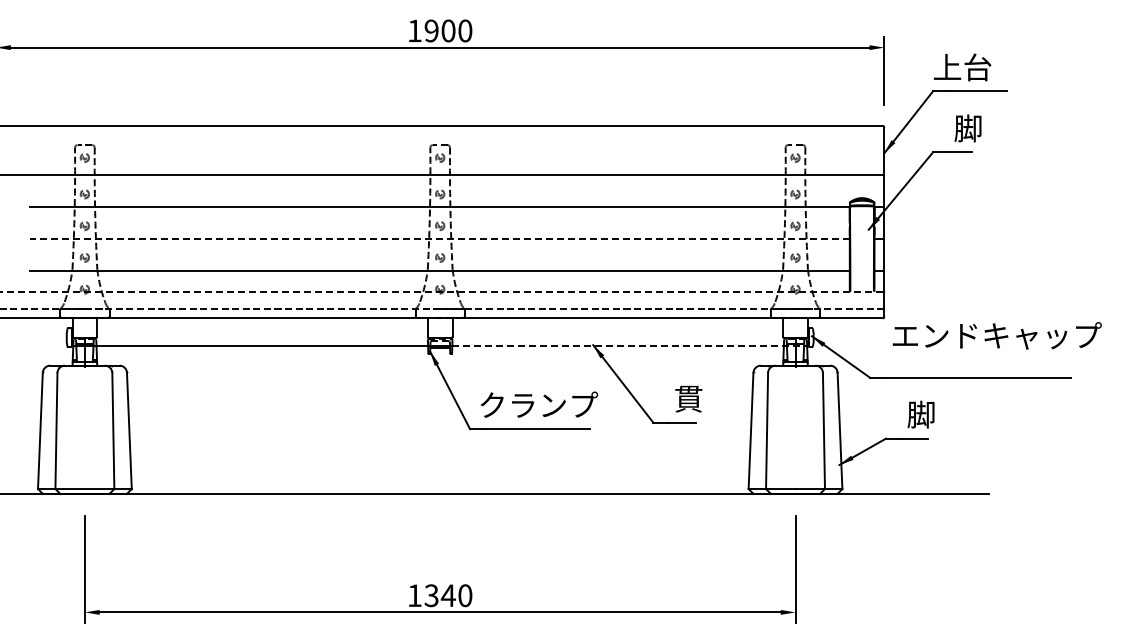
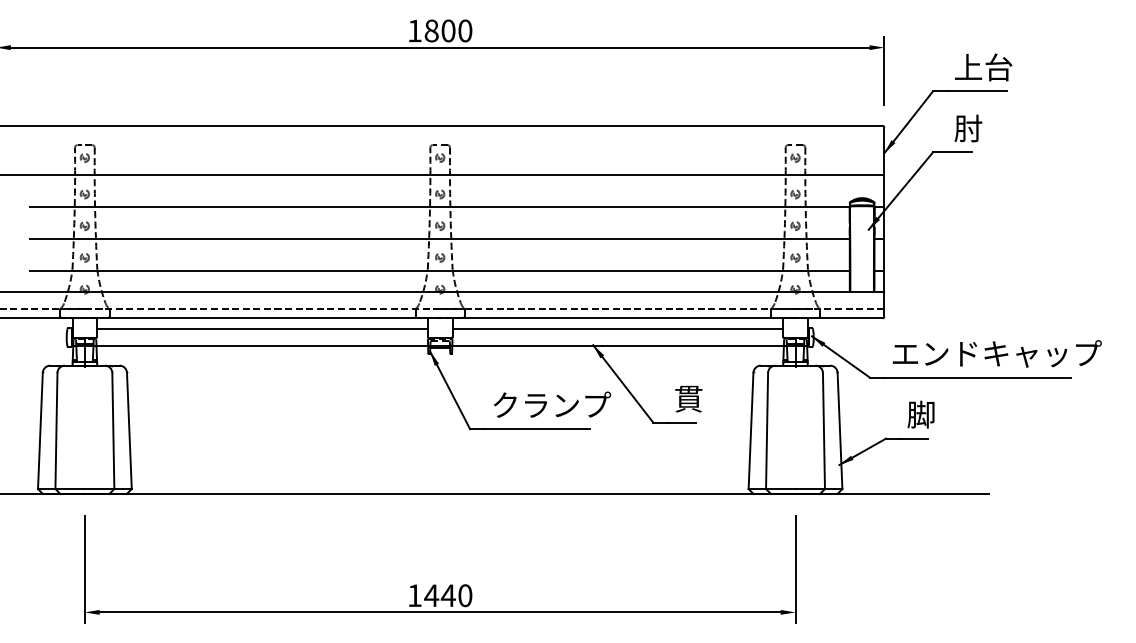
text at (431, 30): 1900 -> 1800
text at (962, 67) position: (962, 67) -> (983, 67)
text at (968, 128): 脚 -> 肘
line at (439, 238): dashed -> solid
line at (441, 291): dashed -> solid
line at (262, 329): none -> present
line at (617, 329): none -> present
text at (997, 335) position: (997, 335) -> (997, 353)
line at (631, 346): dashed -> solid
text at (539, 404) position: (539, 404) -> (552, 404)
text at (431, 595): 1340 -> 1440
